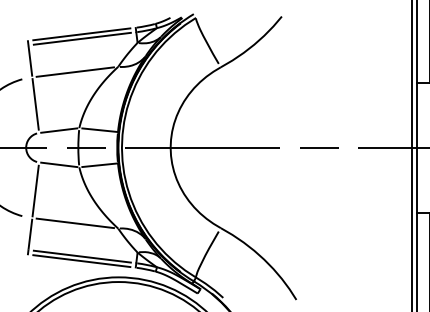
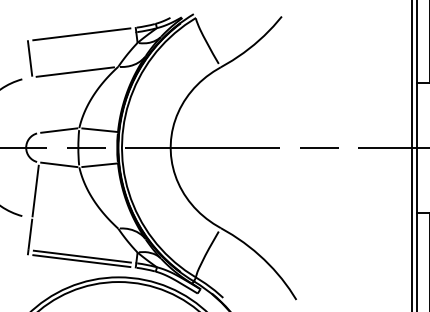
line at (81, 38): present -> none
line at (35, 104): present -> none
line at (74, 223): present -> none
